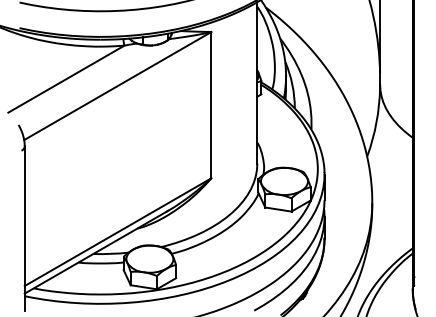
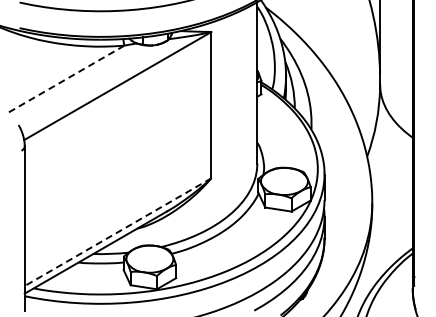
line at (65, 79): solid -> dashed
line at (118, 232): solid -> dashed
